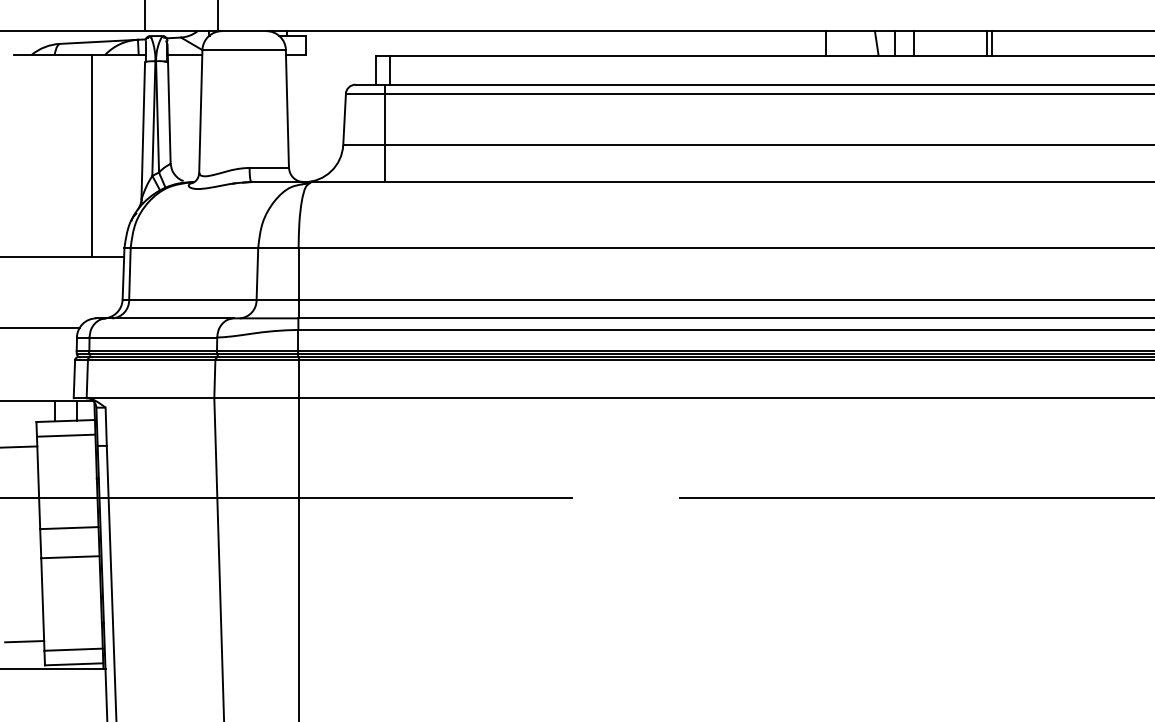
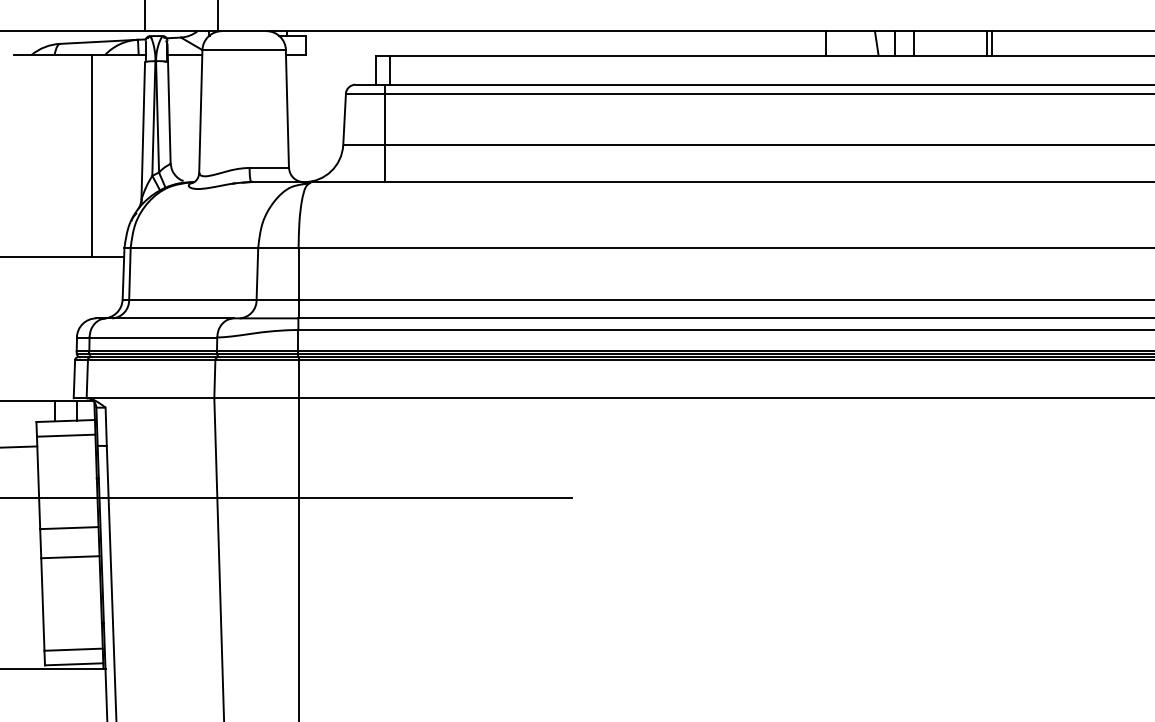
line at (40, 327): present -> none
line at (914, 498): present -> none
line at (24, 641): present -> none
